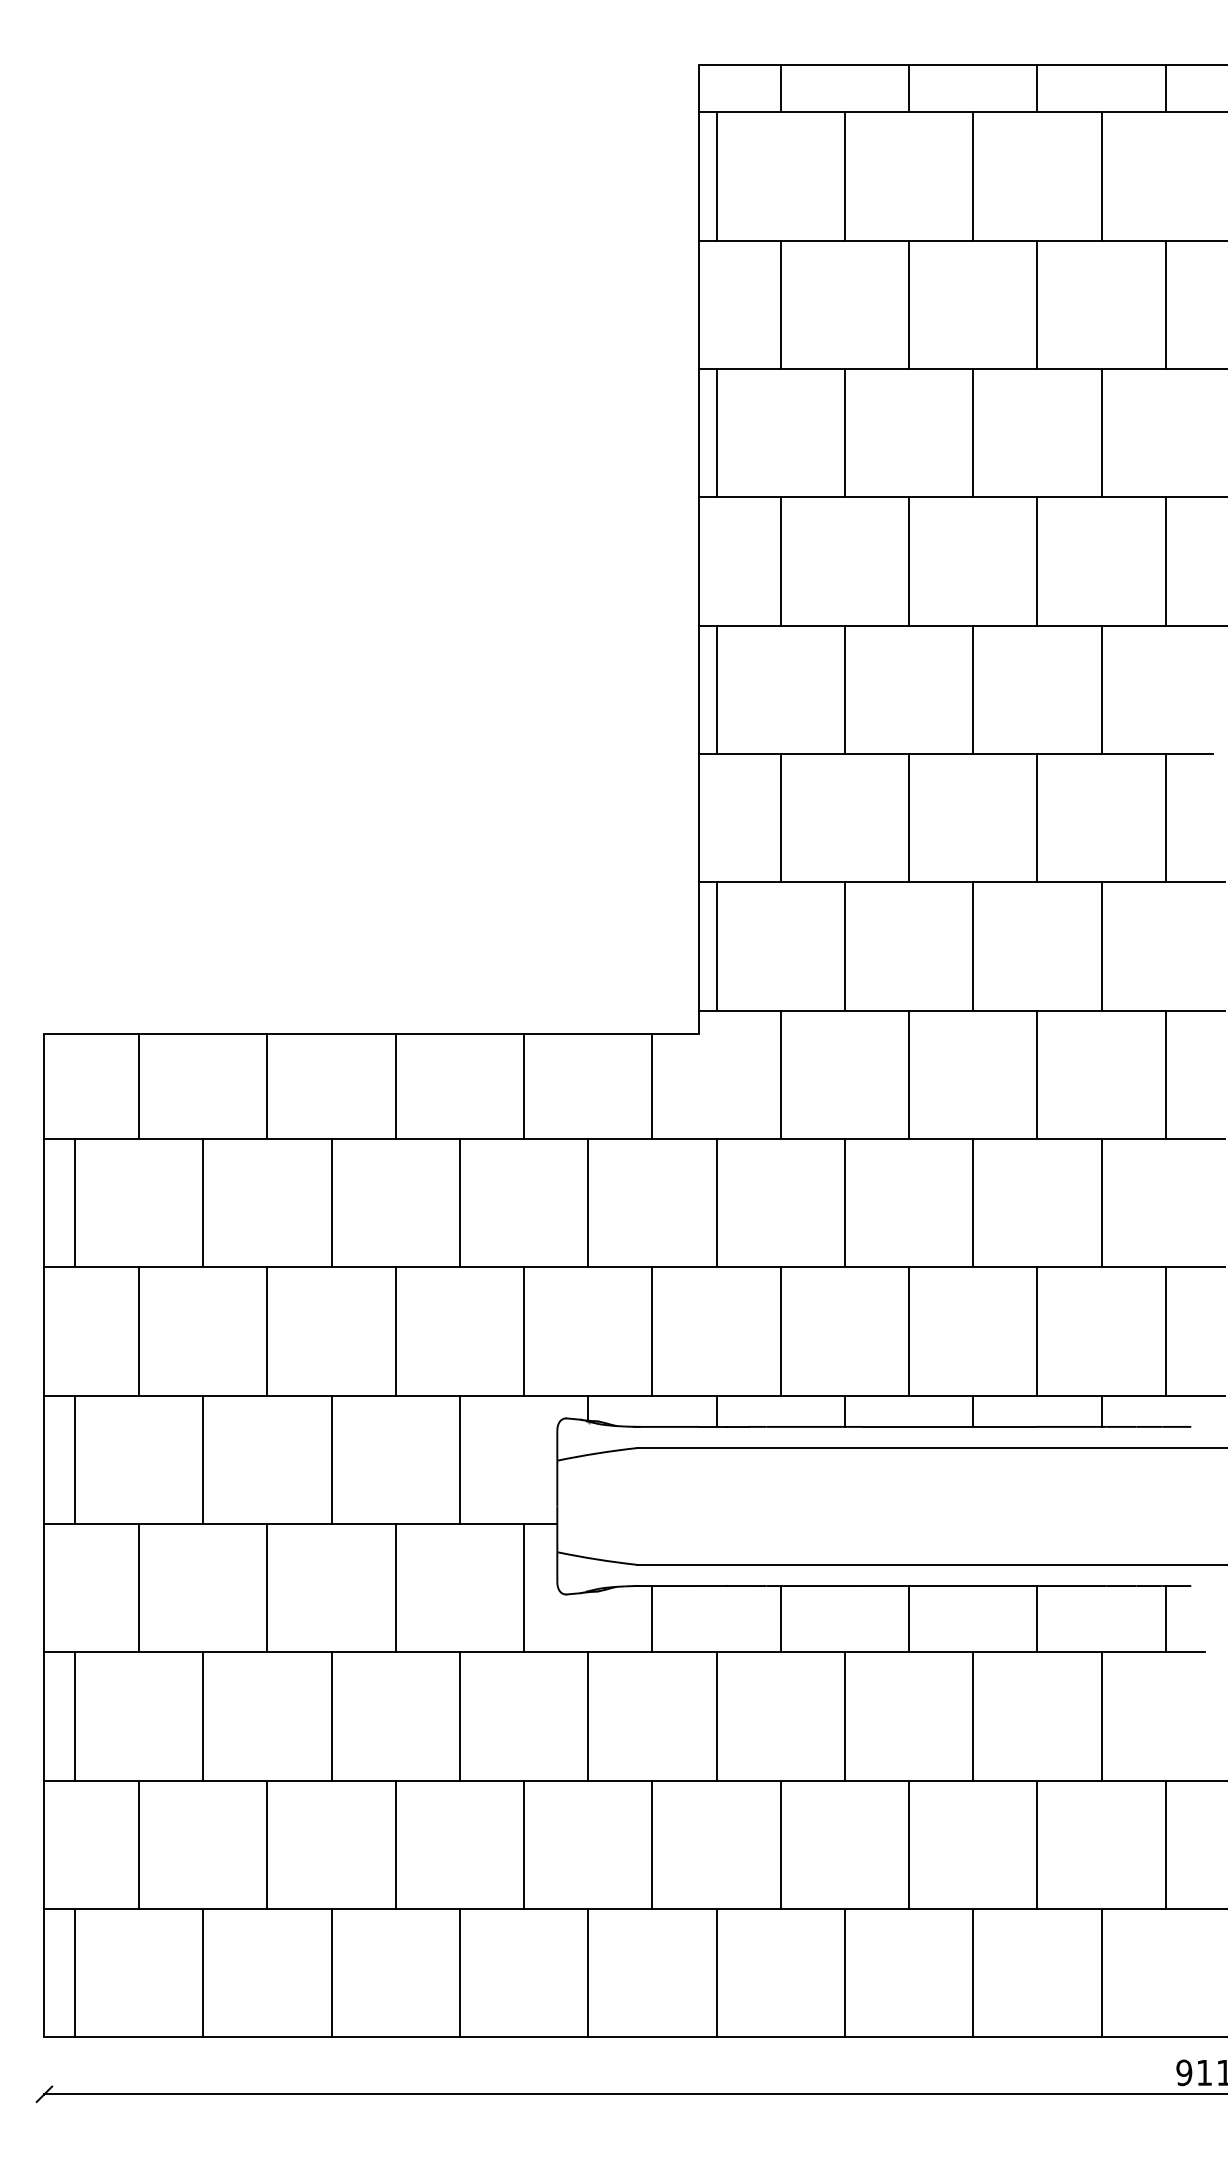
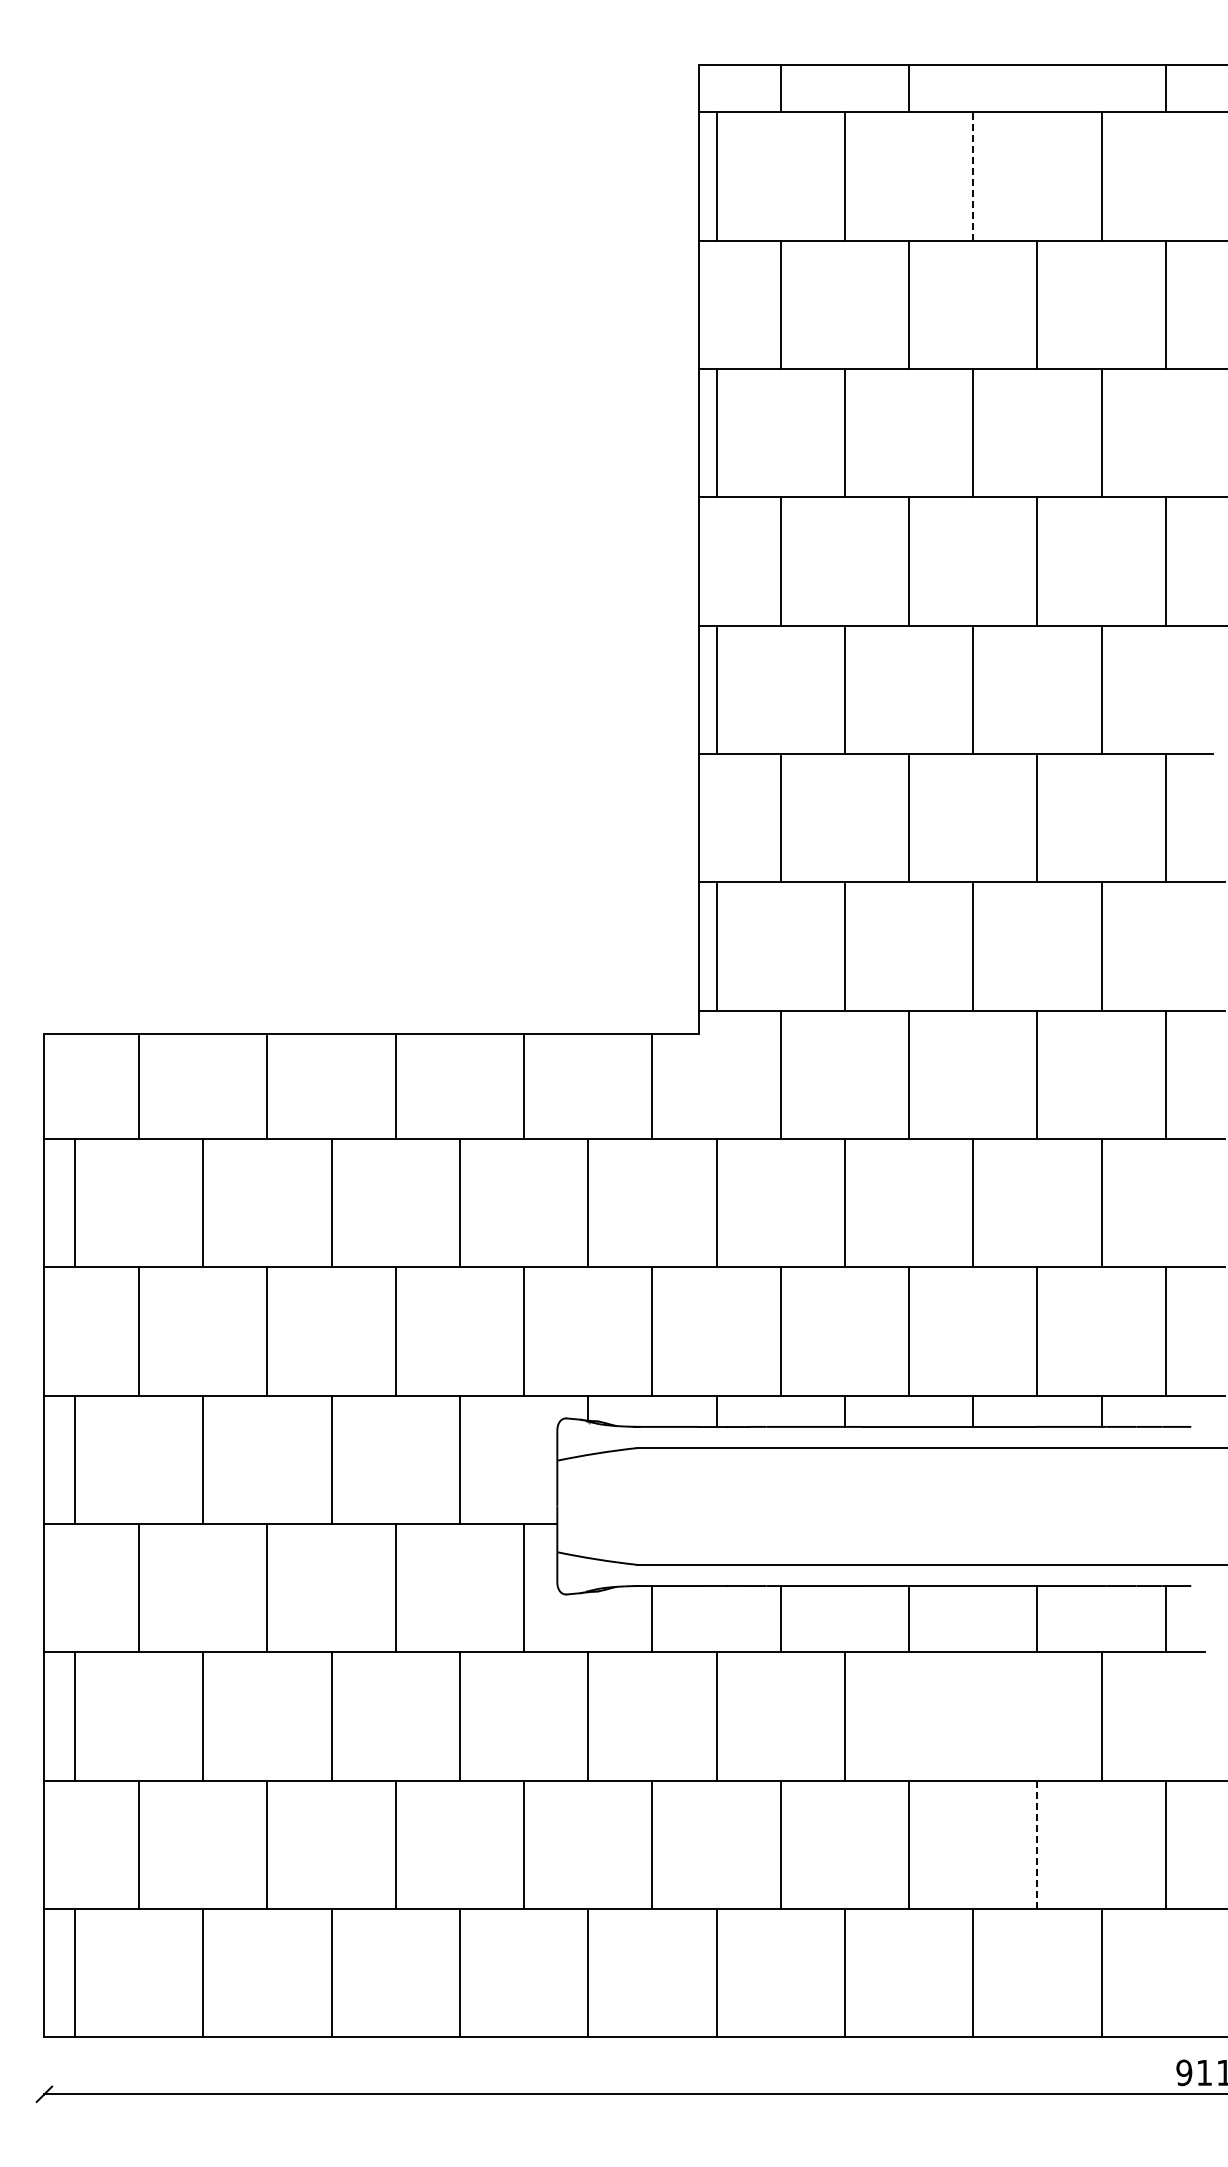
line at (1037, 88): present -> none
line at (973, 176): solid -> dashed
line at (973, 1716): present -> none
line at (1037, 1844): solid -> dashed
